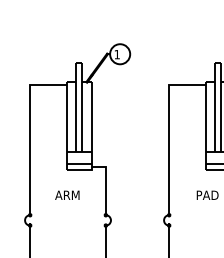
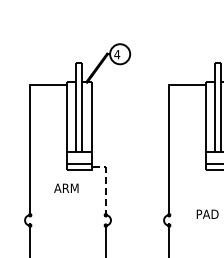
text at (117, 54): 1 -> 4
line at (105, 183): solid -> dashed
text at (67, 194) position: (67, 194) -> (66, 187)
text at (207, 194) position: (207, 194) -> (207, 213)
